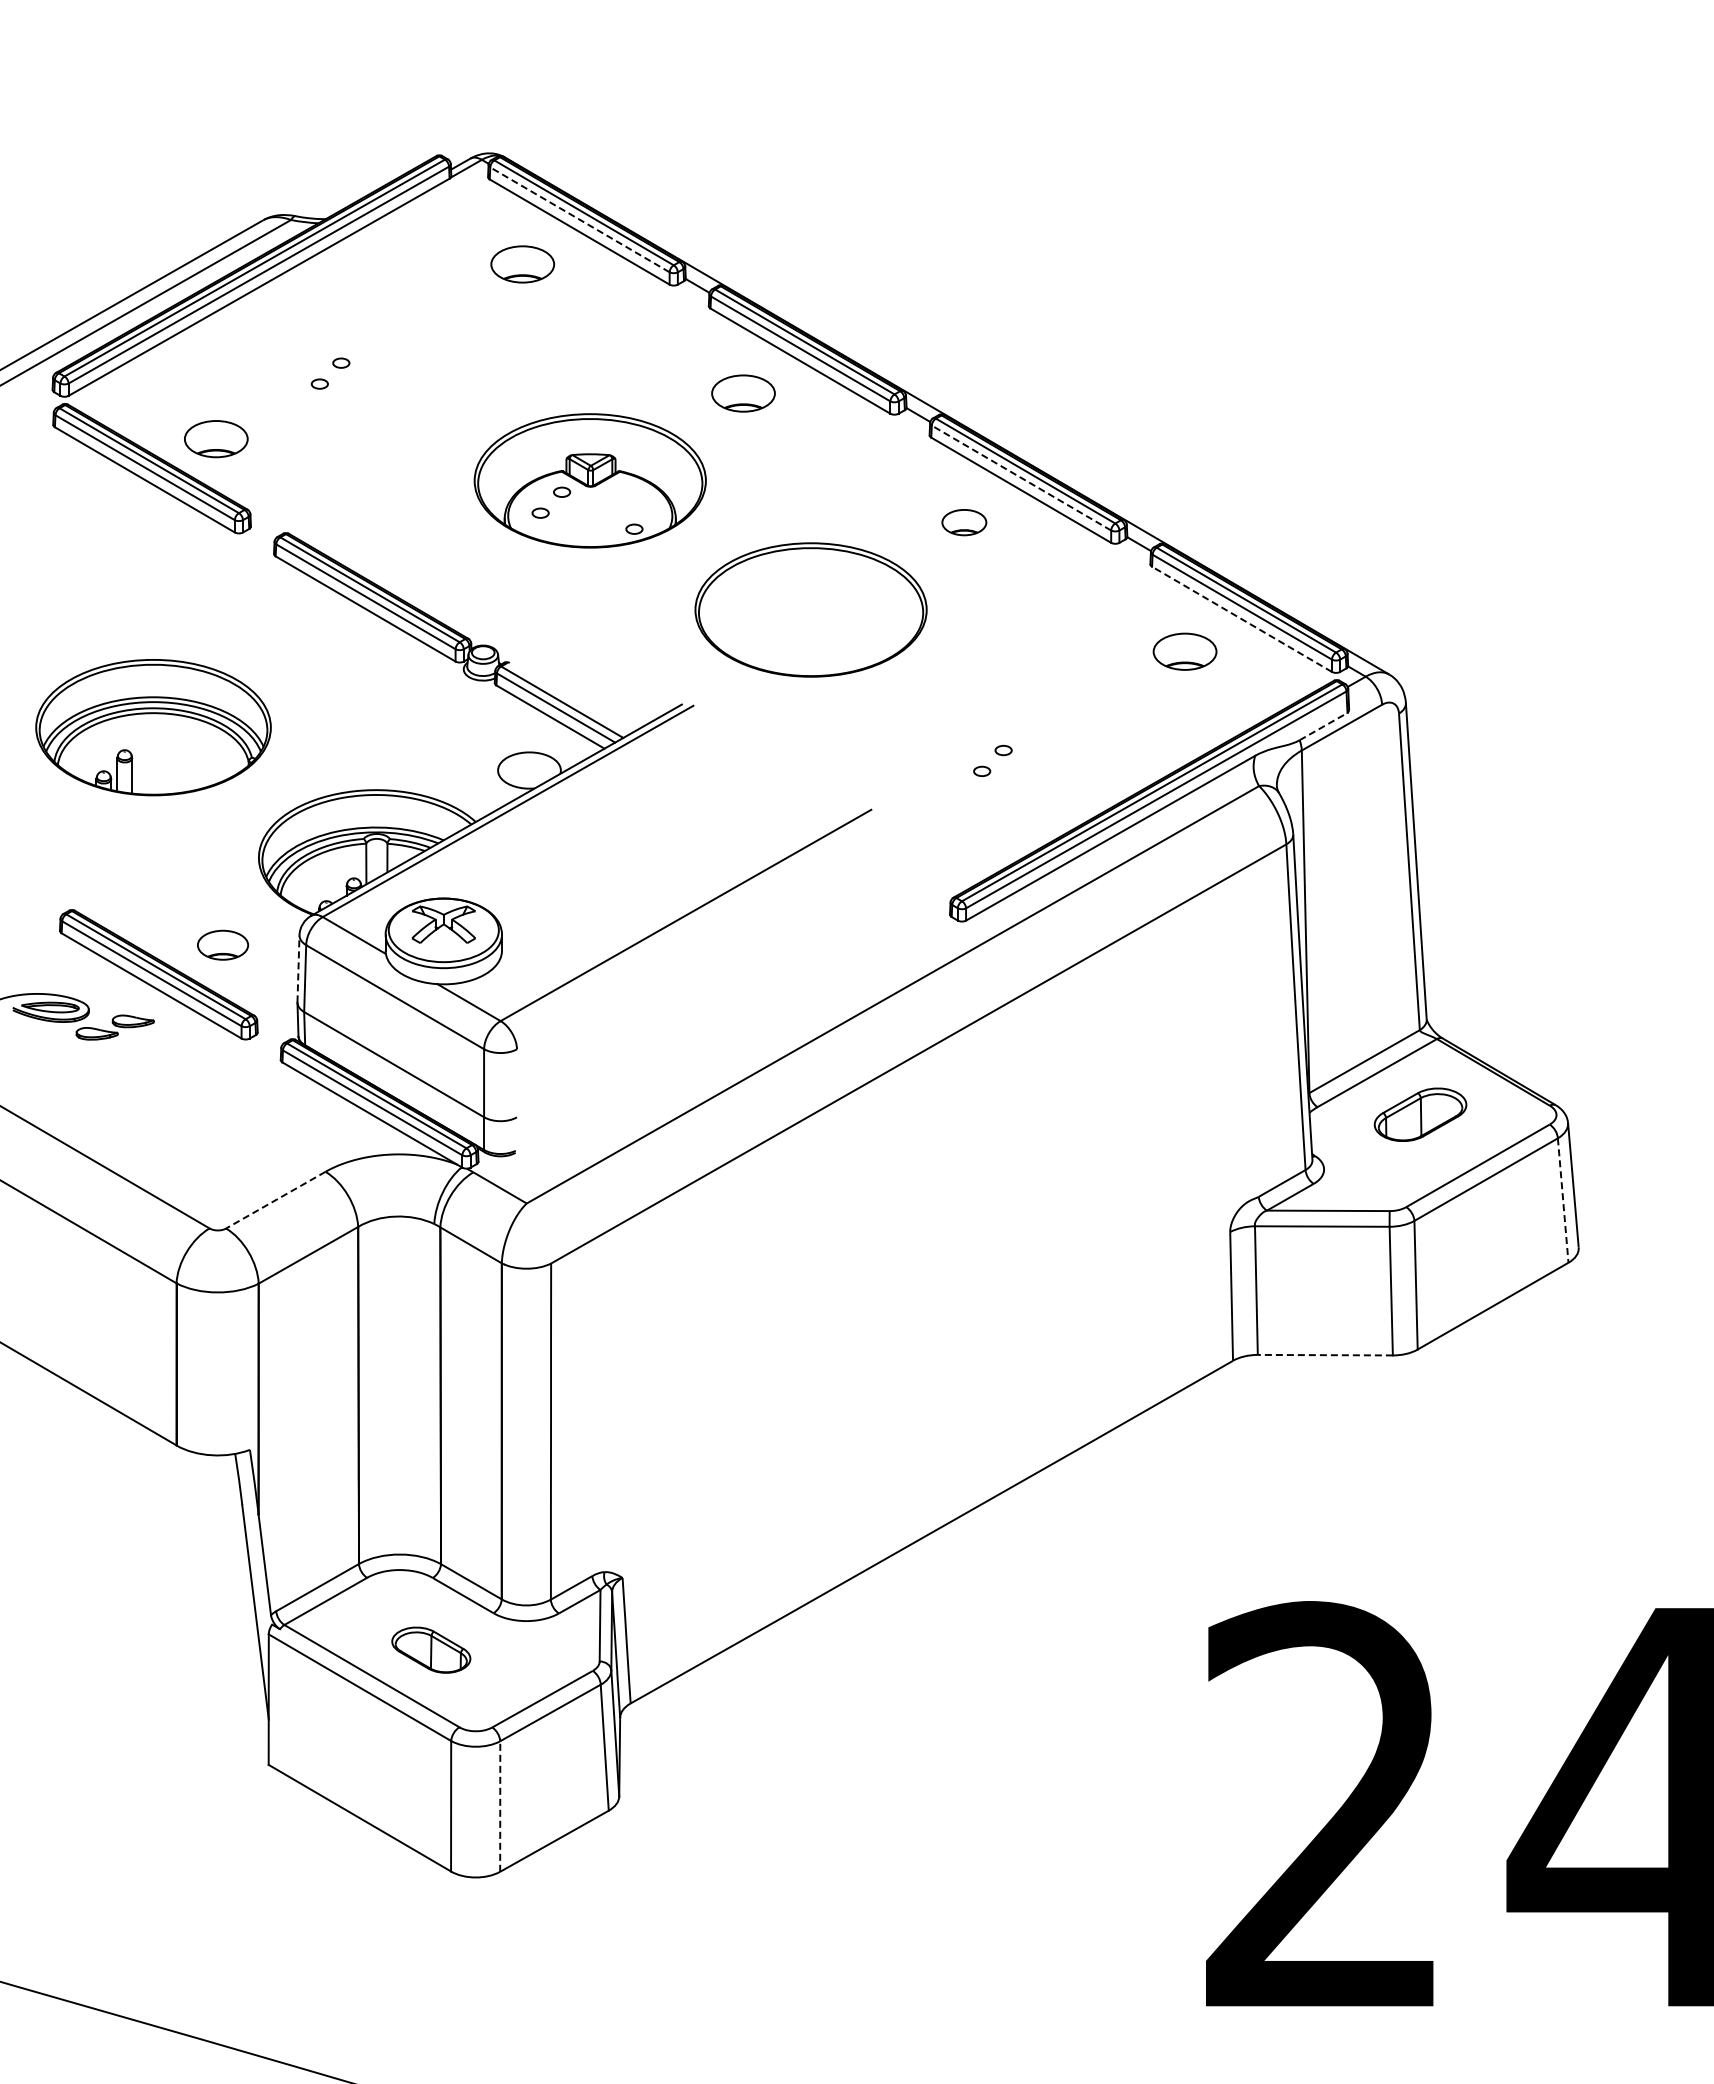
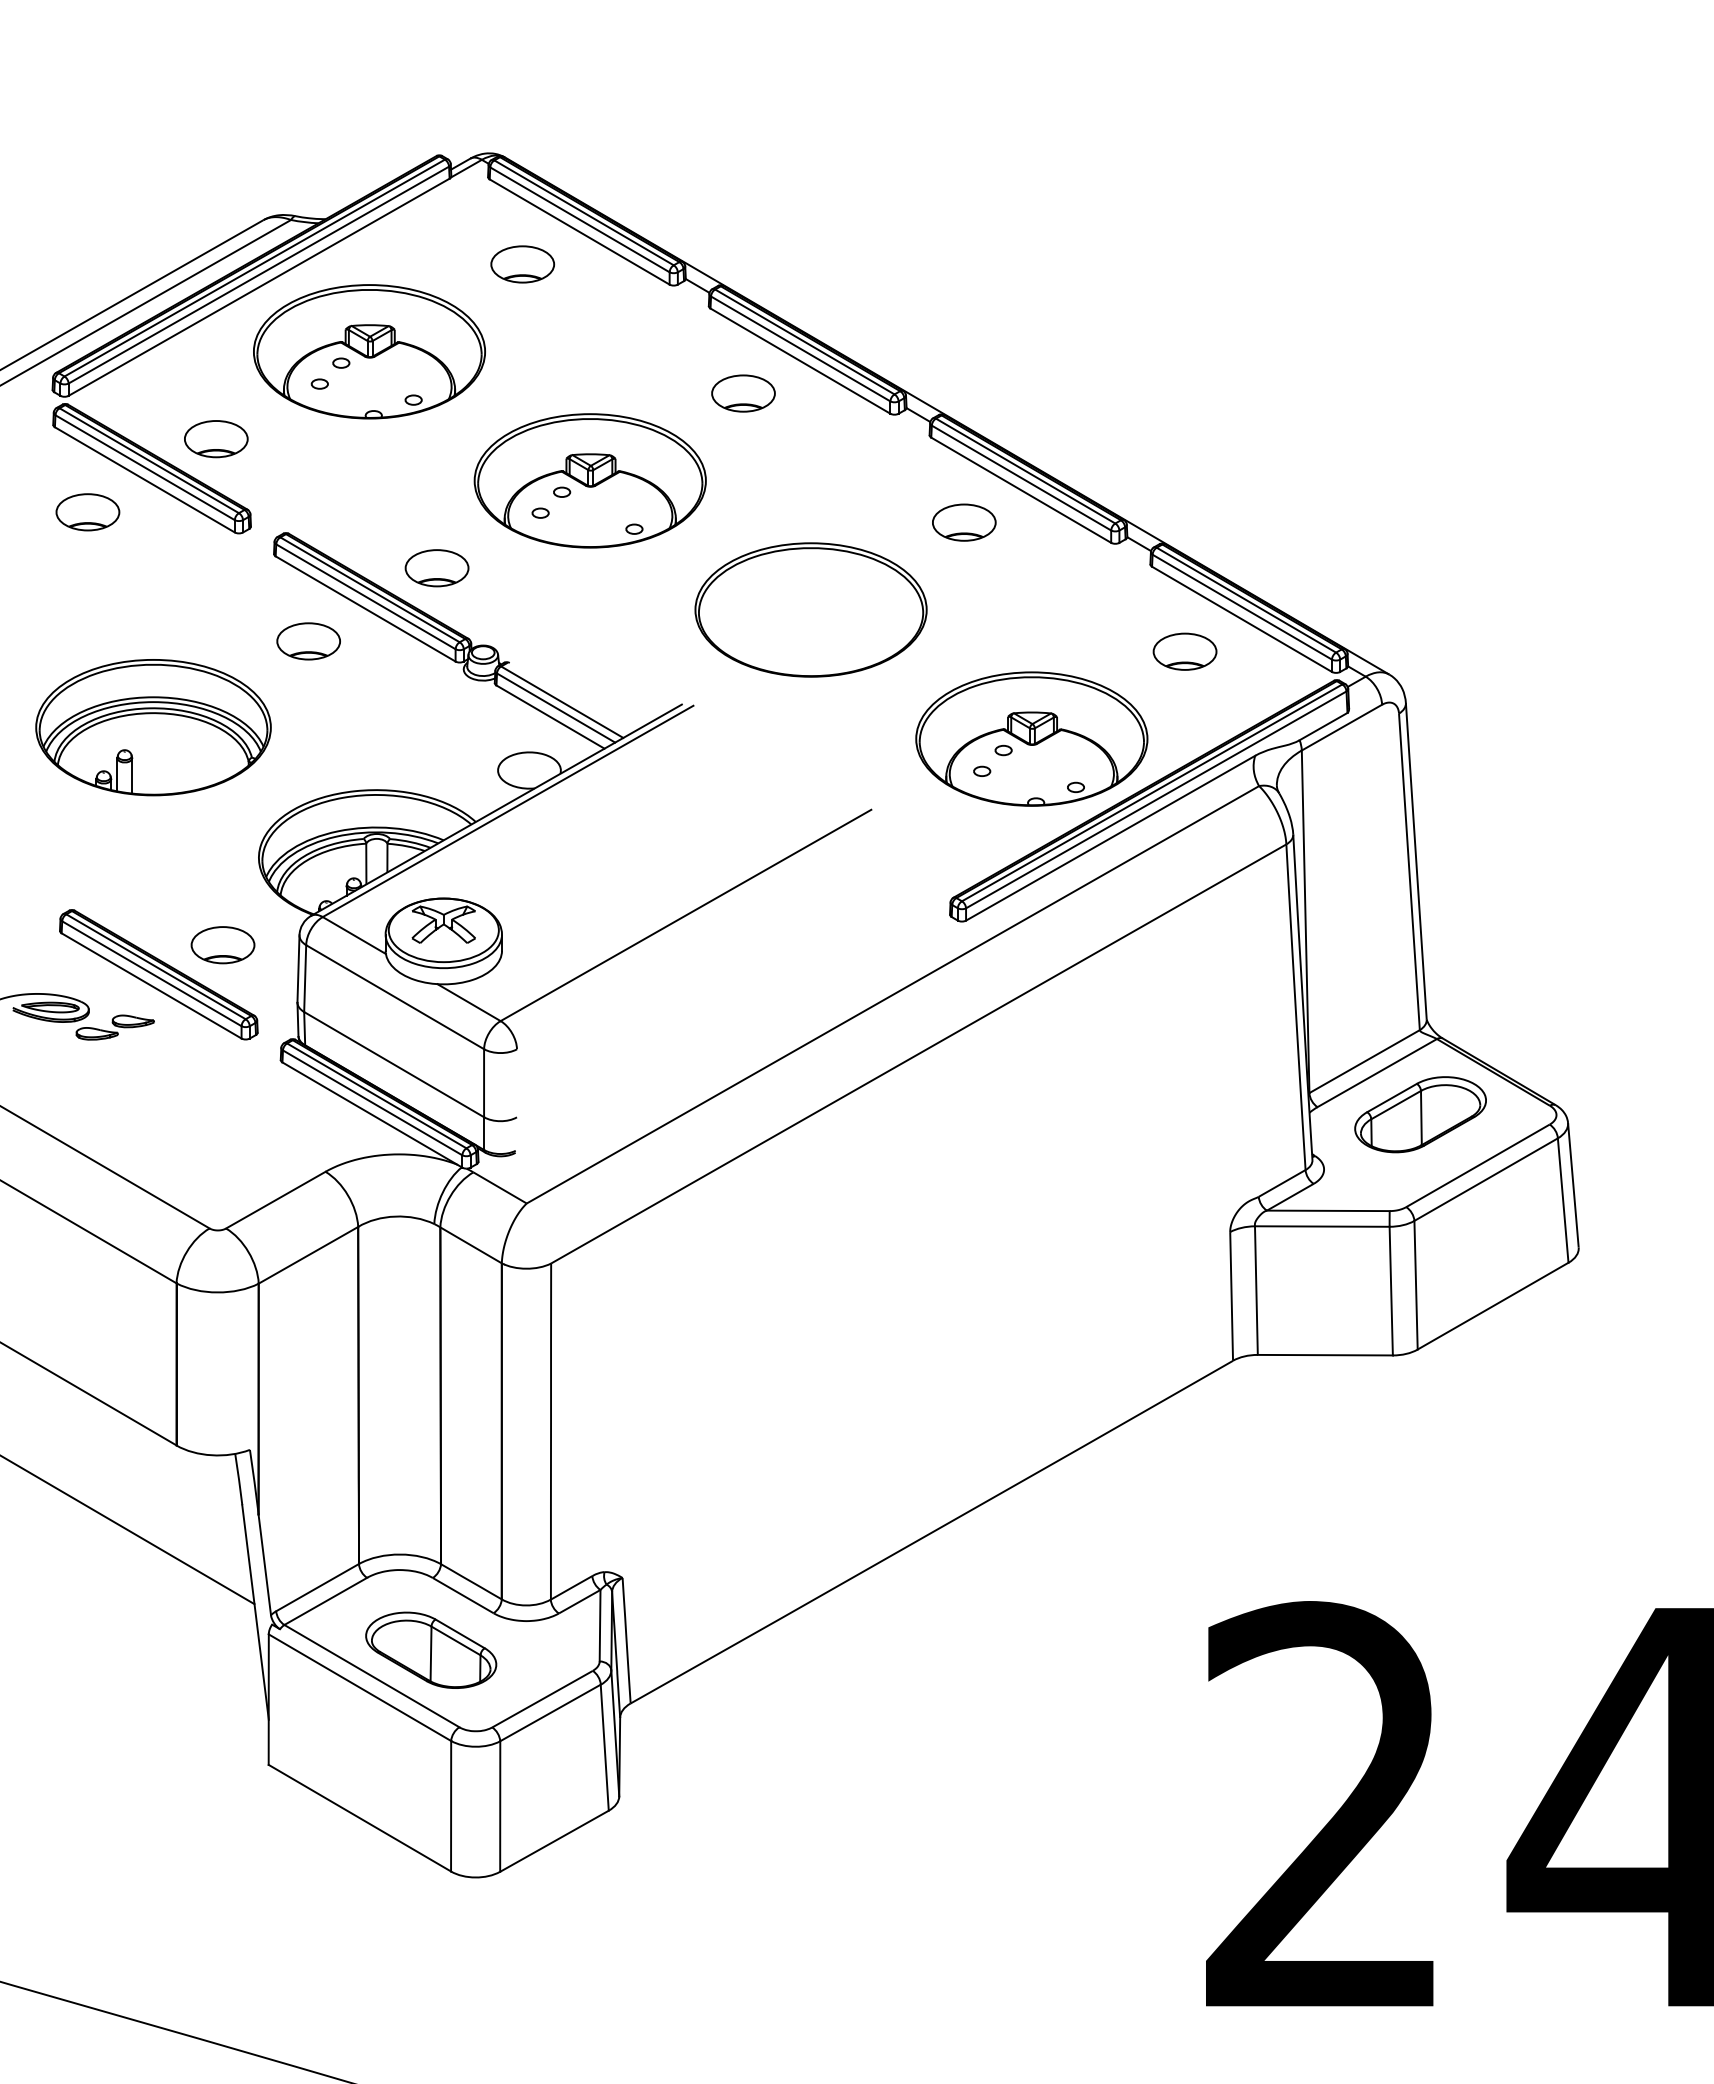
line at (579, 219): dashed -> solid
part at (369, 351): none -> present
line at (1021, 478): dashed -> solid
part at (87, 512): none -> present
part at (964, 522) size: 47x28 px -> 65x39 px
part at (436, 568): none -> present
line at (1241, 619): dashed -> solid
part at (308, 641): none -> present
line at (1323, 726): dashed -> solid
part at (1031, 738): none -> present
part at (223, 944) size: 53x32 px -> 66x39 px
line at (298, 968): dashed -> solid
part at (1420, 1114) size: 95x55 px -> 133x78 px
line at (275, 1200): dashed -> solid
line at (1563, 1201): dashed -> solid
line at (1325, 1355): dashed -> solid
line at (128, 1530): none -> present
part at (431, 1649) size: 81x48 px -> 133x78 px
line at (500, 1806): dashed -> solid
